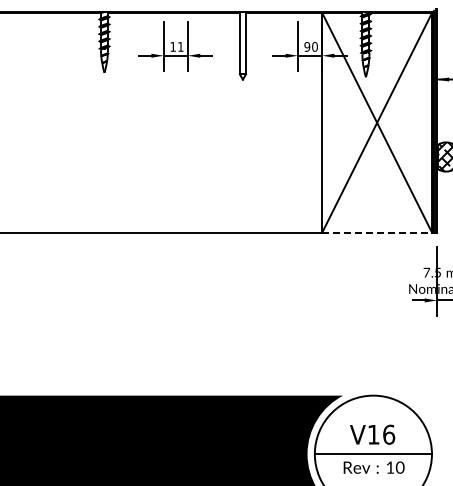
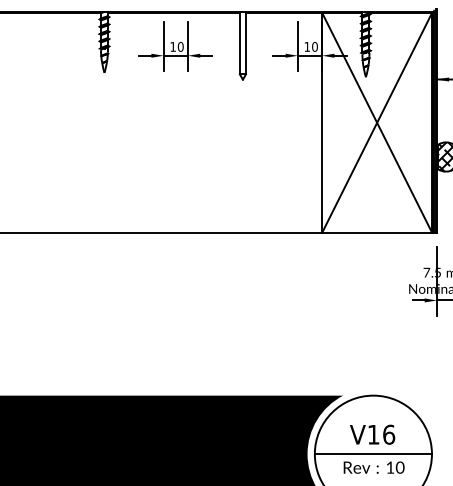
text at (180, 46): 11 -> 10
text at (307, 46): 90 -> 10
line at (377, 232): dashed -> solid
